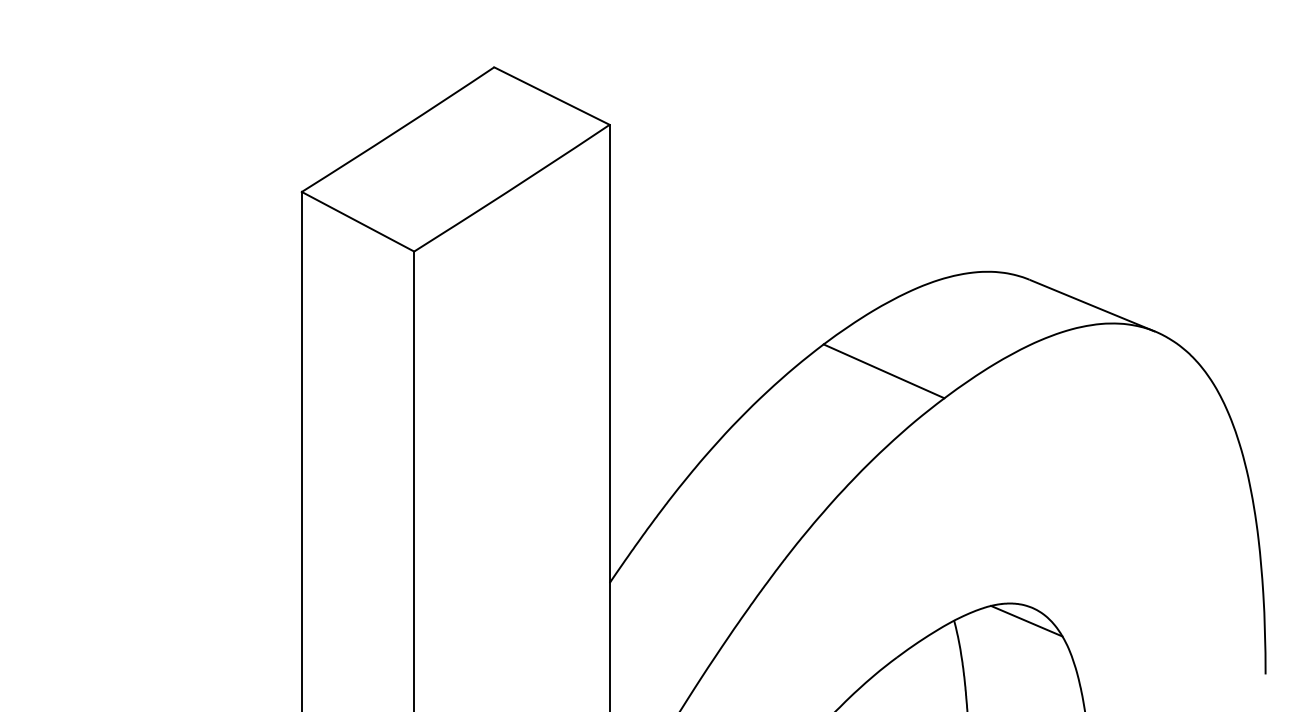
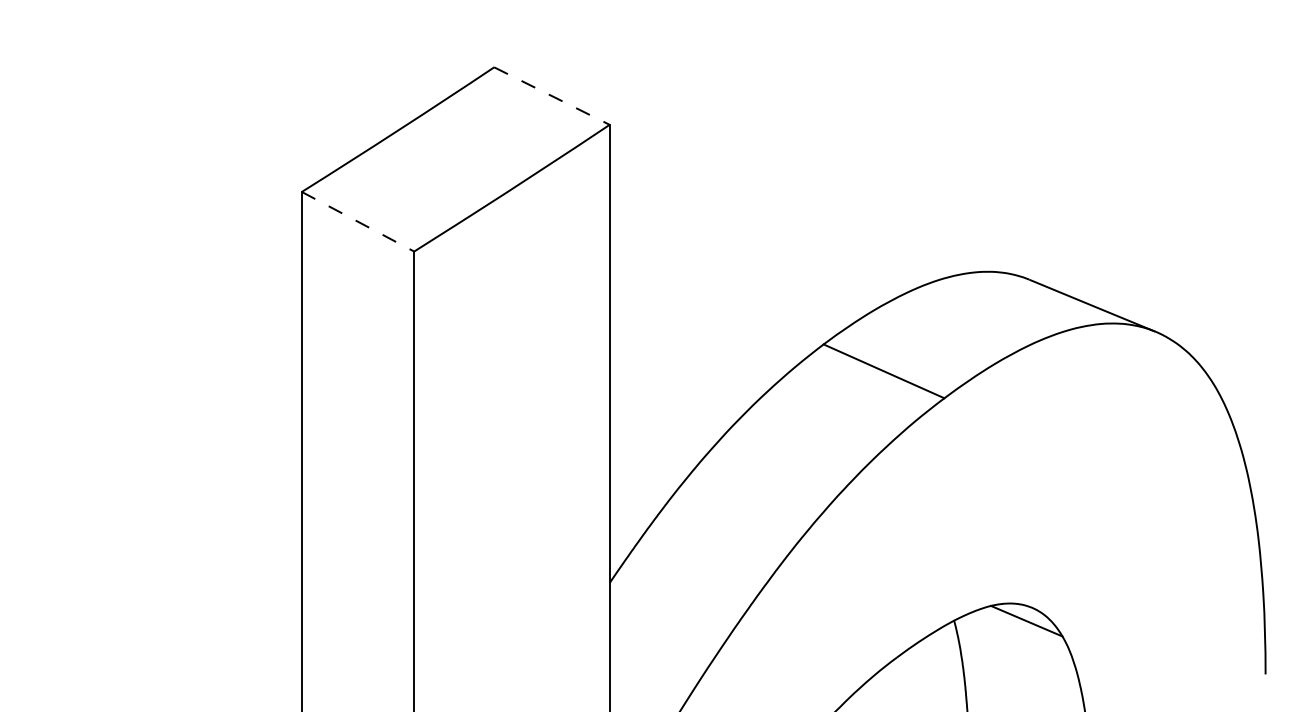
line at (552, 96): solid -> dashed
line at (358, 221): solid -> dashed
